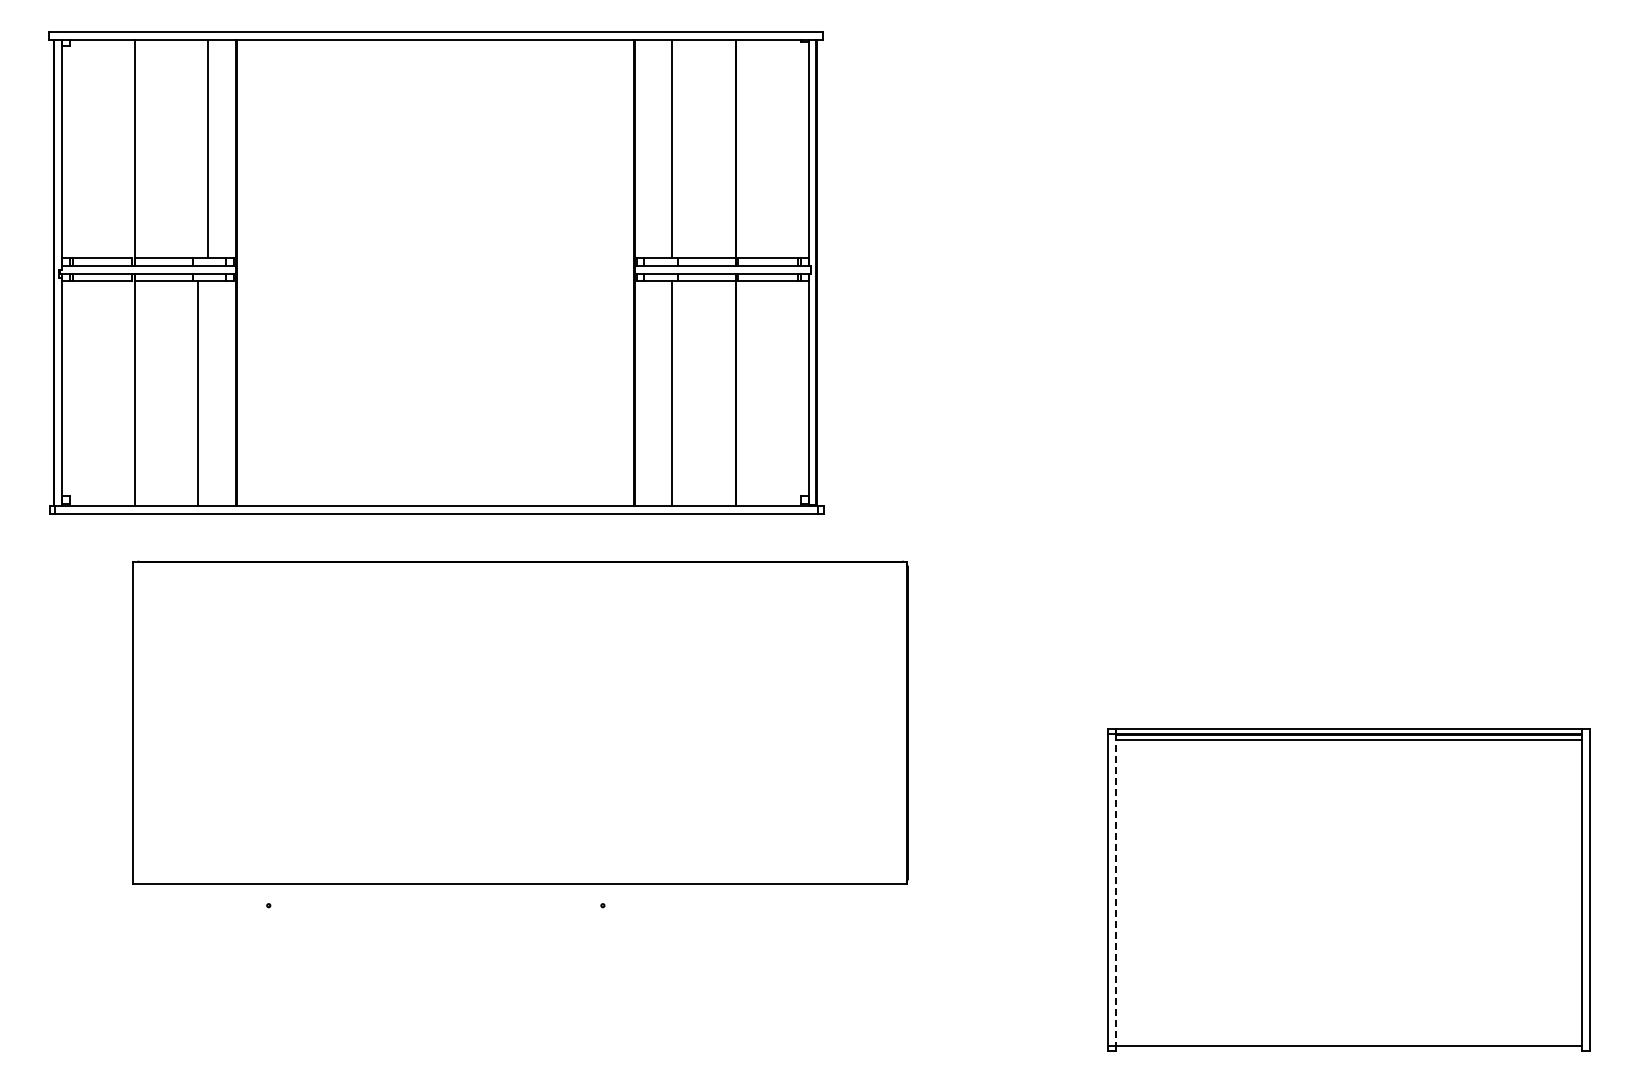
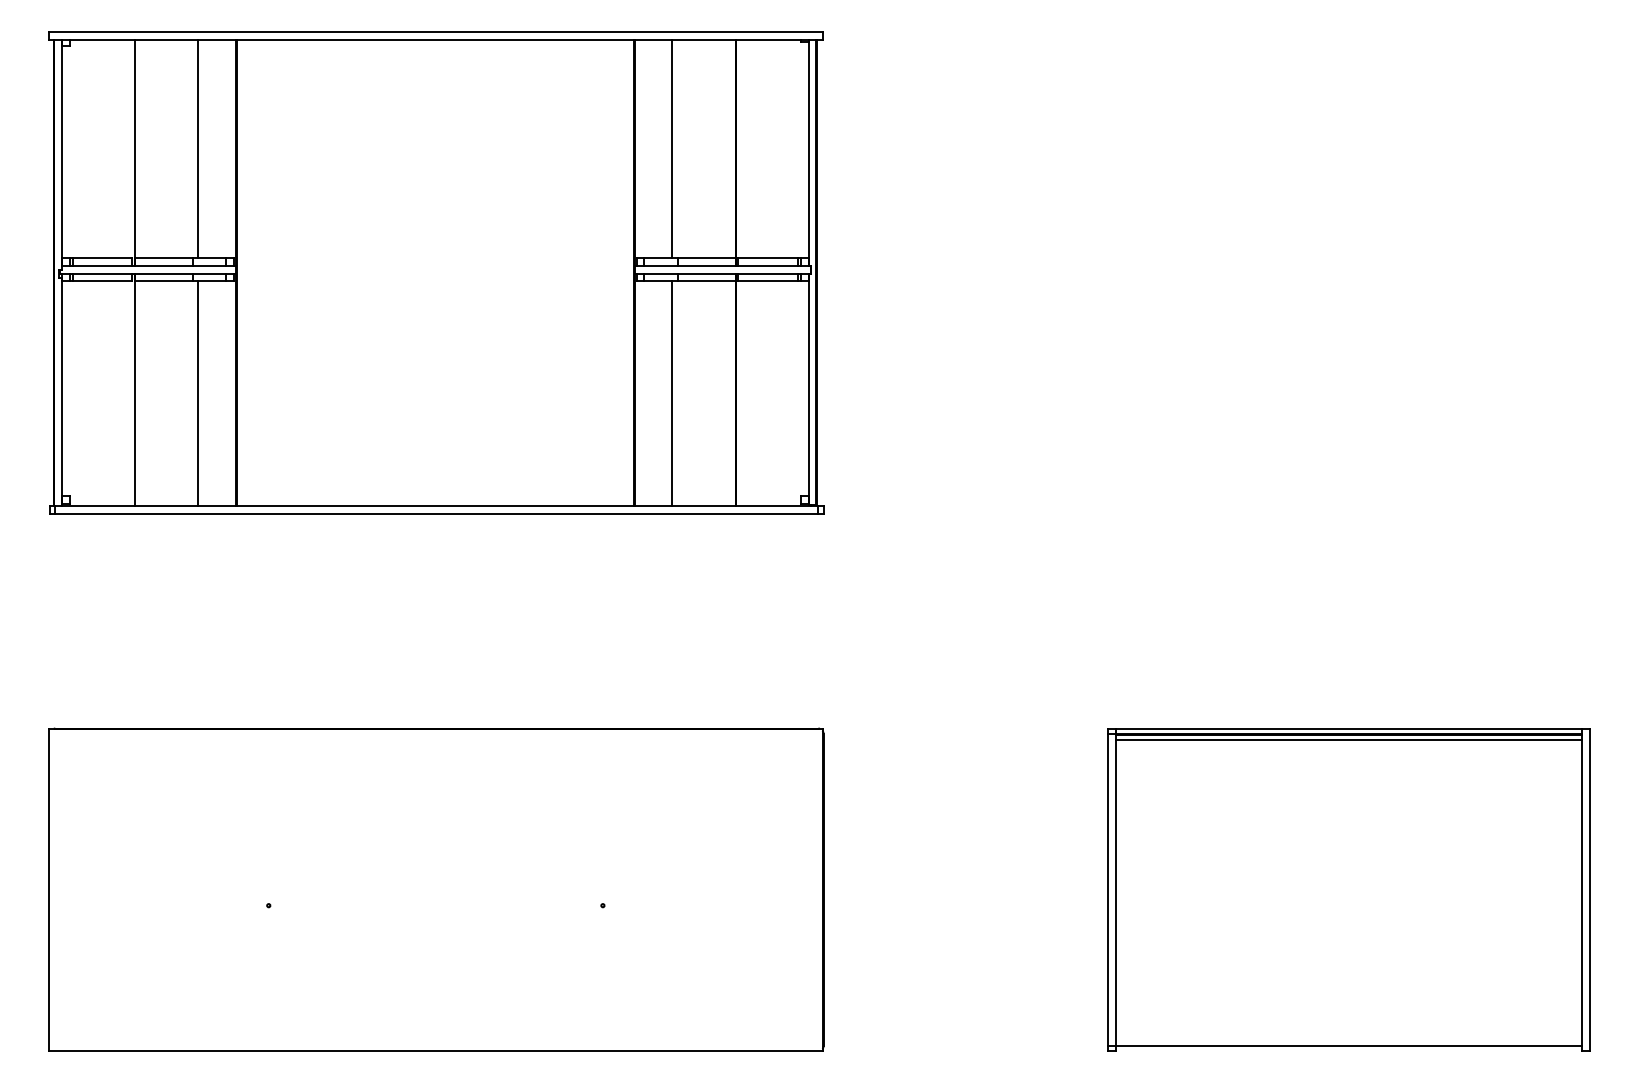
line at (208, 149) position: (208, 149) -> (198, 149)
part at (520, 722) position: (520, 722) -> (436, 889)
line at (1115, 890): dashed -> solid
